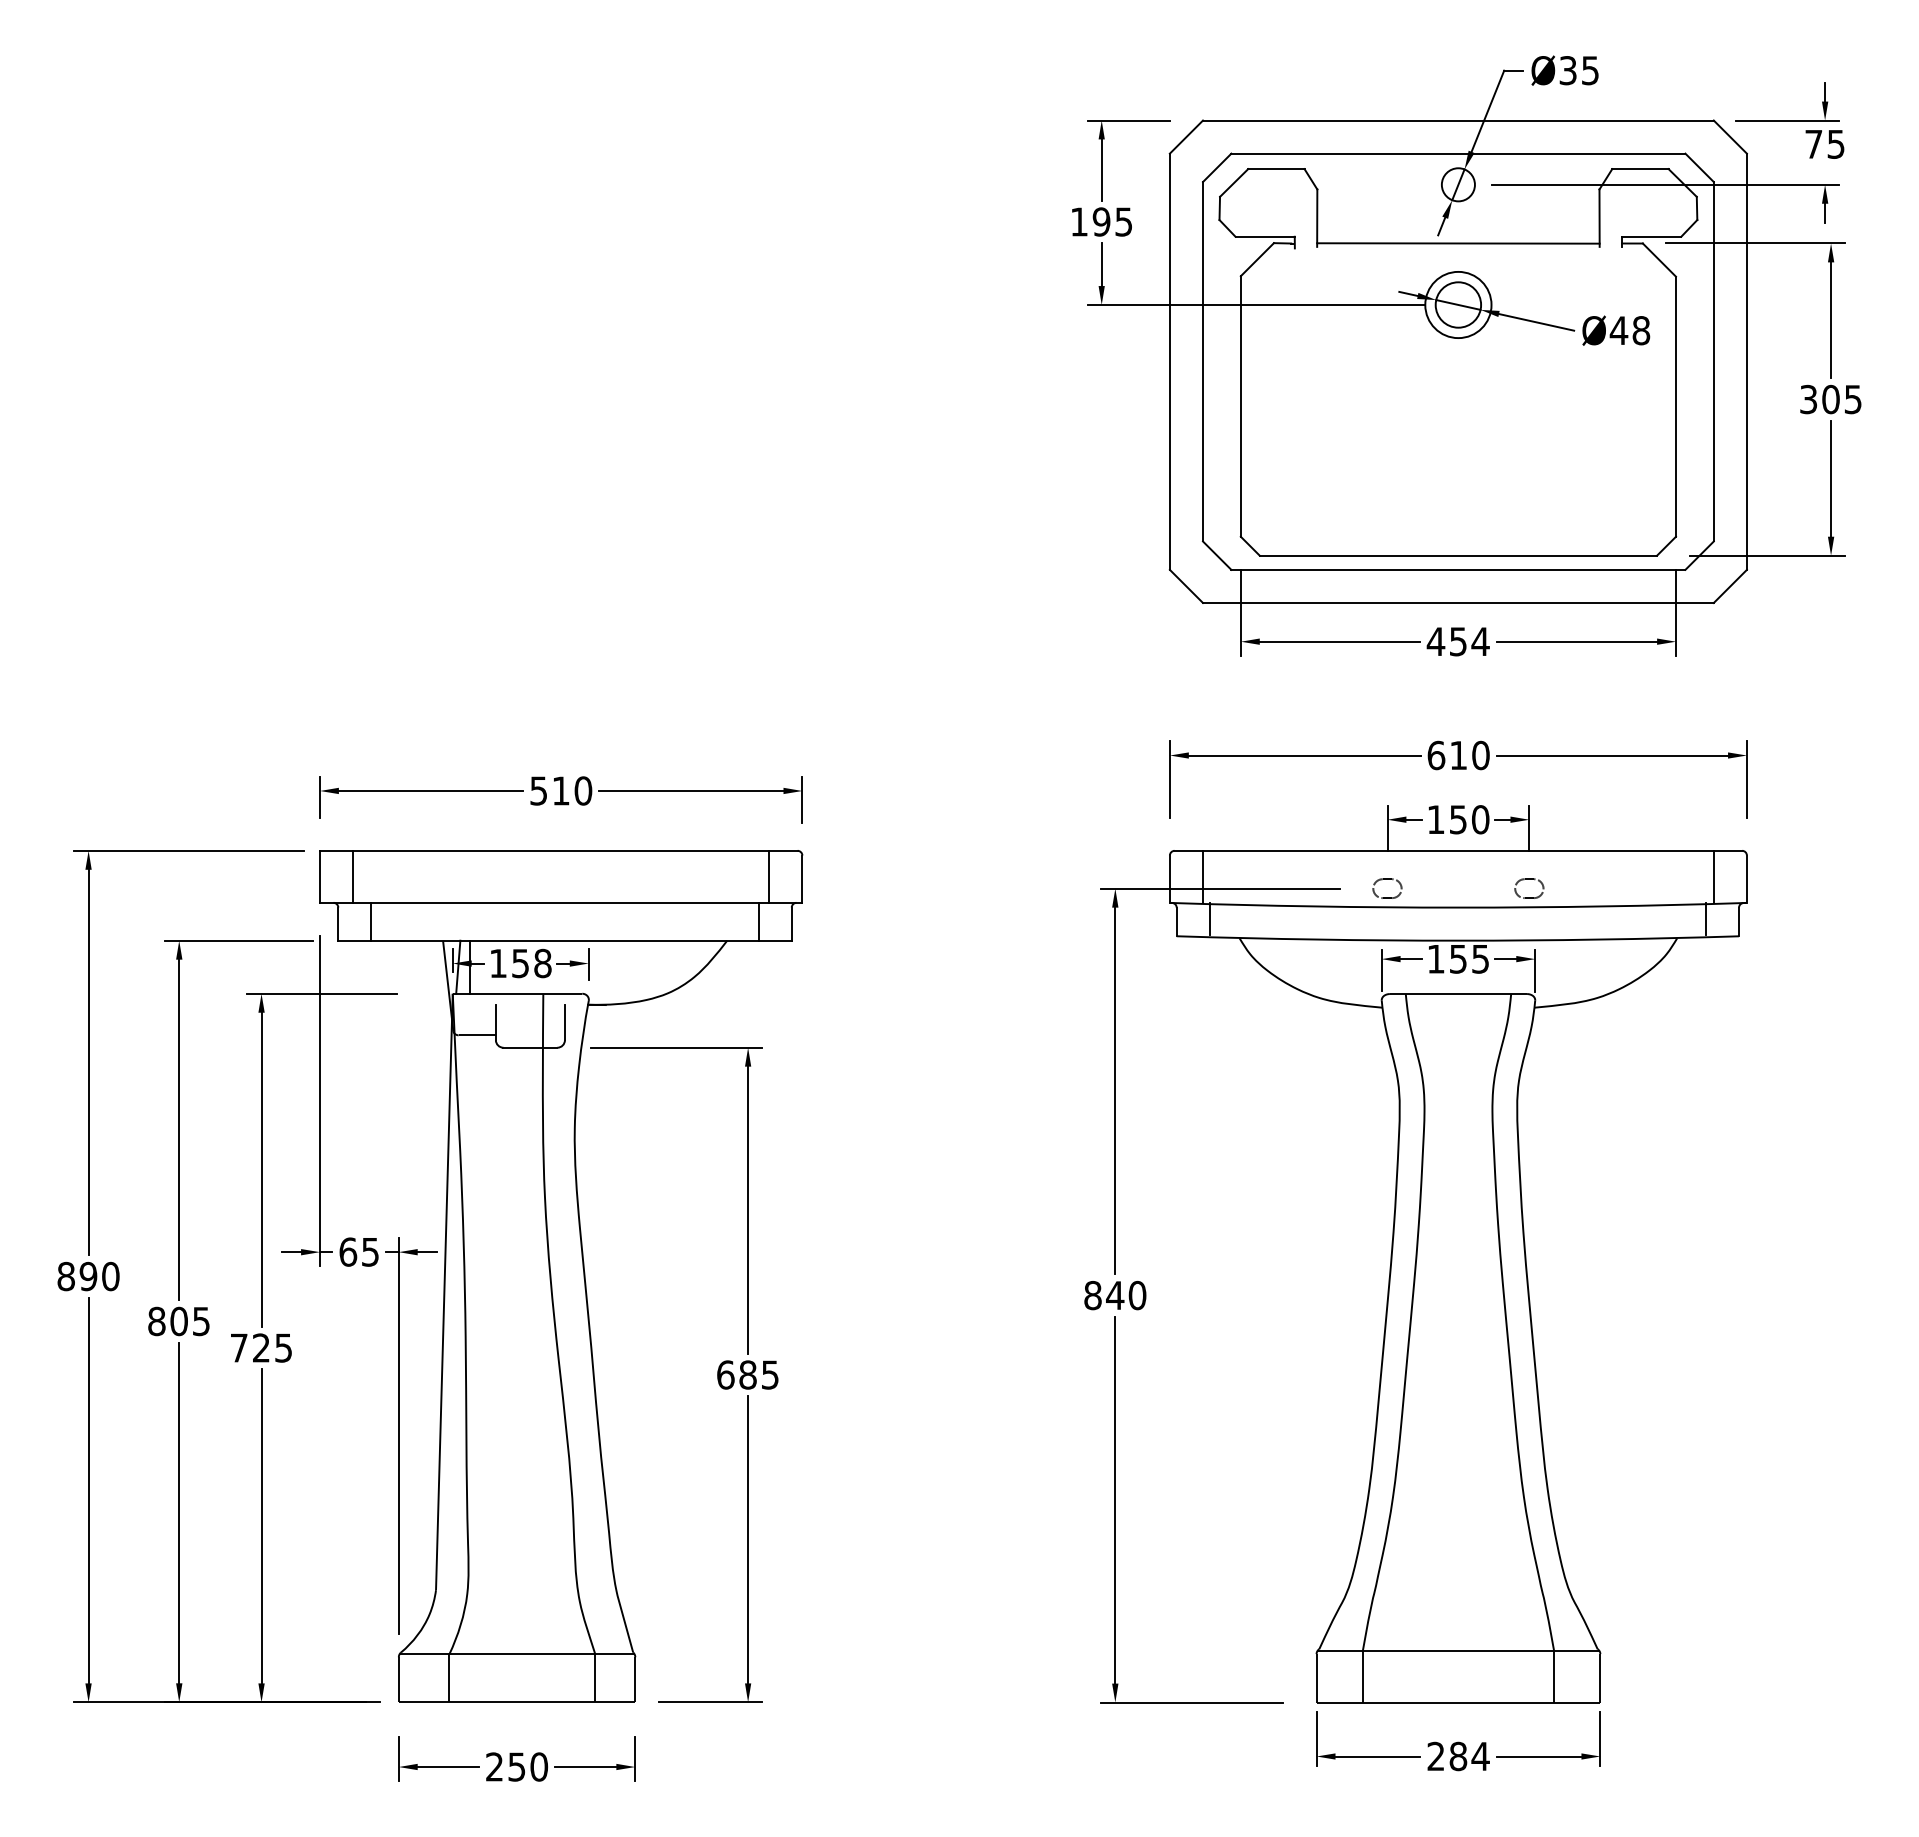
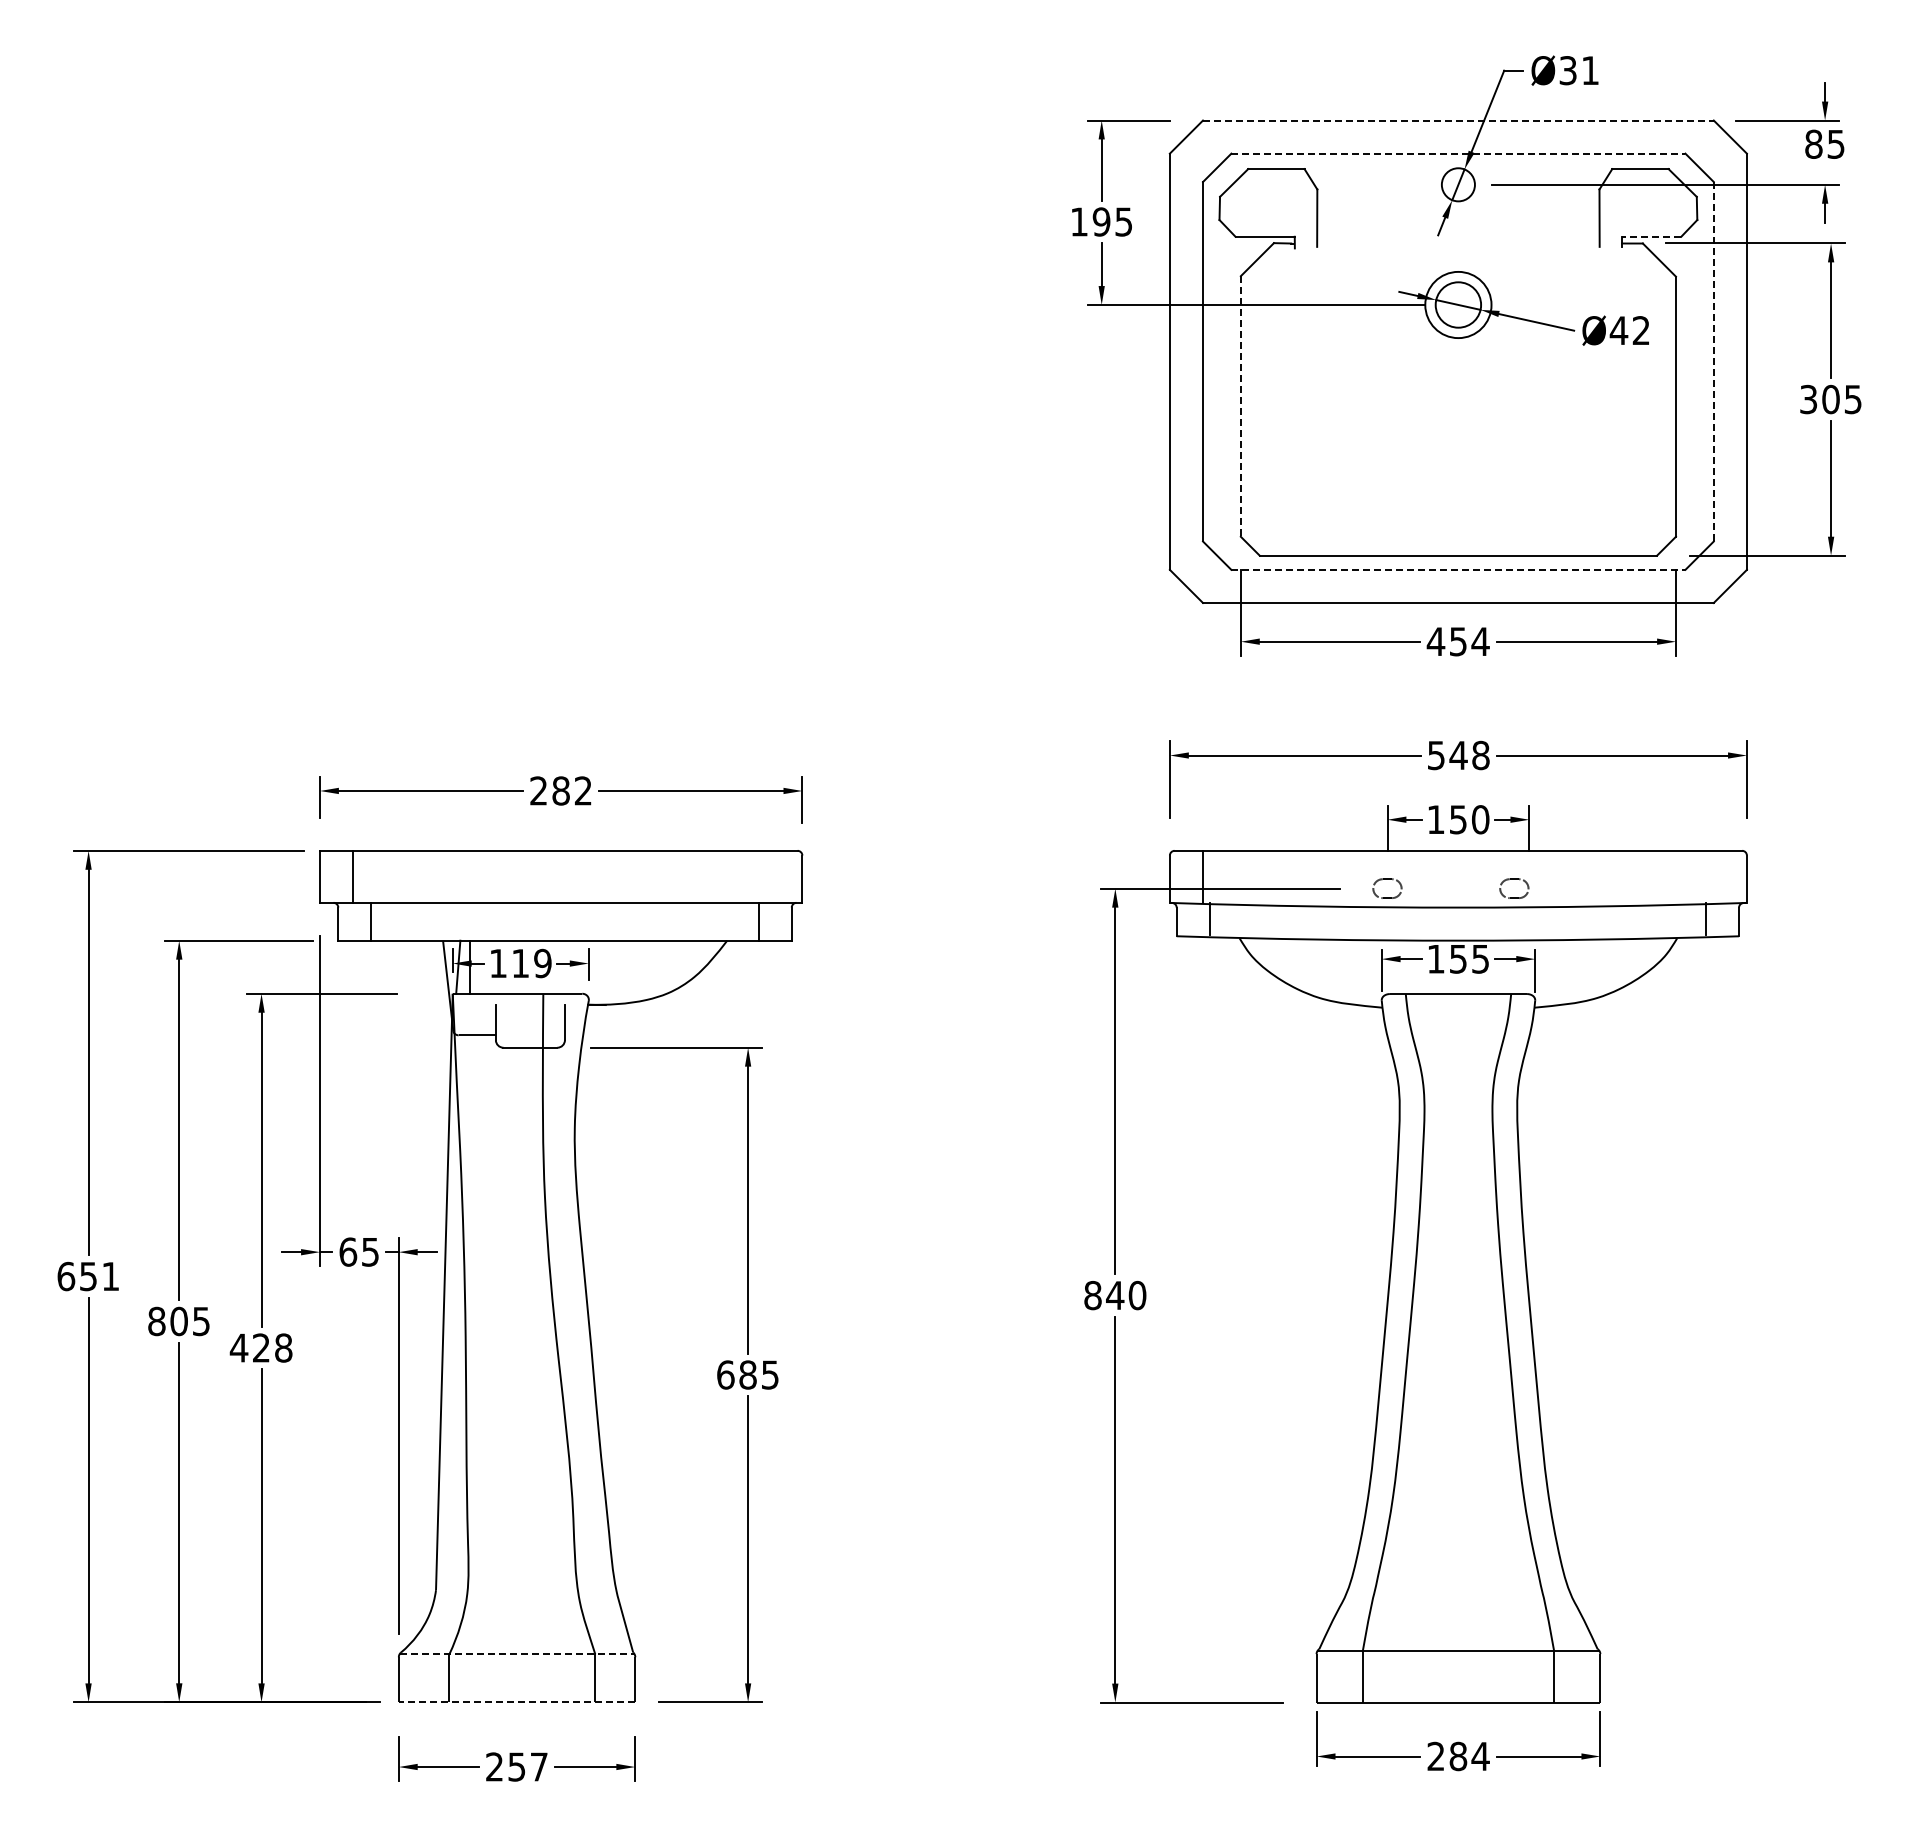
text at (1590, 70): Ø35 -> Ø31
line at (1458, 120): solid -> dashed
text at (1813, 143): 75 -> 85
line at (1458, 153): solid -> dashed
line at (1651, 236): solid -> dashed
line at (1458, 243): present -> none
text at (1641, 330): Ø48 -> Ø42
line at (1713, 361): solid -> dashed
line at (1240, 406): solid -> dashed
line at (1458, 569): solid -> dashed
text at (1458, 755): 610 -> 548
text at (561, 790): 510 -> 282
line at (769, 876): present -> none
line at (1713, 876): present -> none
part at (1529, 879) position: (1529, 879) -> (1514, 879)
text at (531, 963): 158 -> 119
text at (88, 1276): 890 -> 651
text at (260, 1347): 725 -> 428
line at (517, 1654): solid -> dashed
line at (516, 1702): solid -> dashed
text at (539, 1766): 250 -> 257
